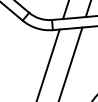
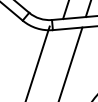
line at (48, 63) position: (48, 63) -> (37, 62)
